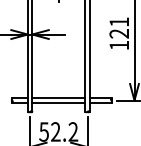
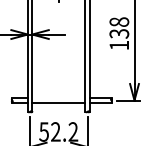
text at (119, 27): 121 -> 138
line at (58, 98): present -> none
